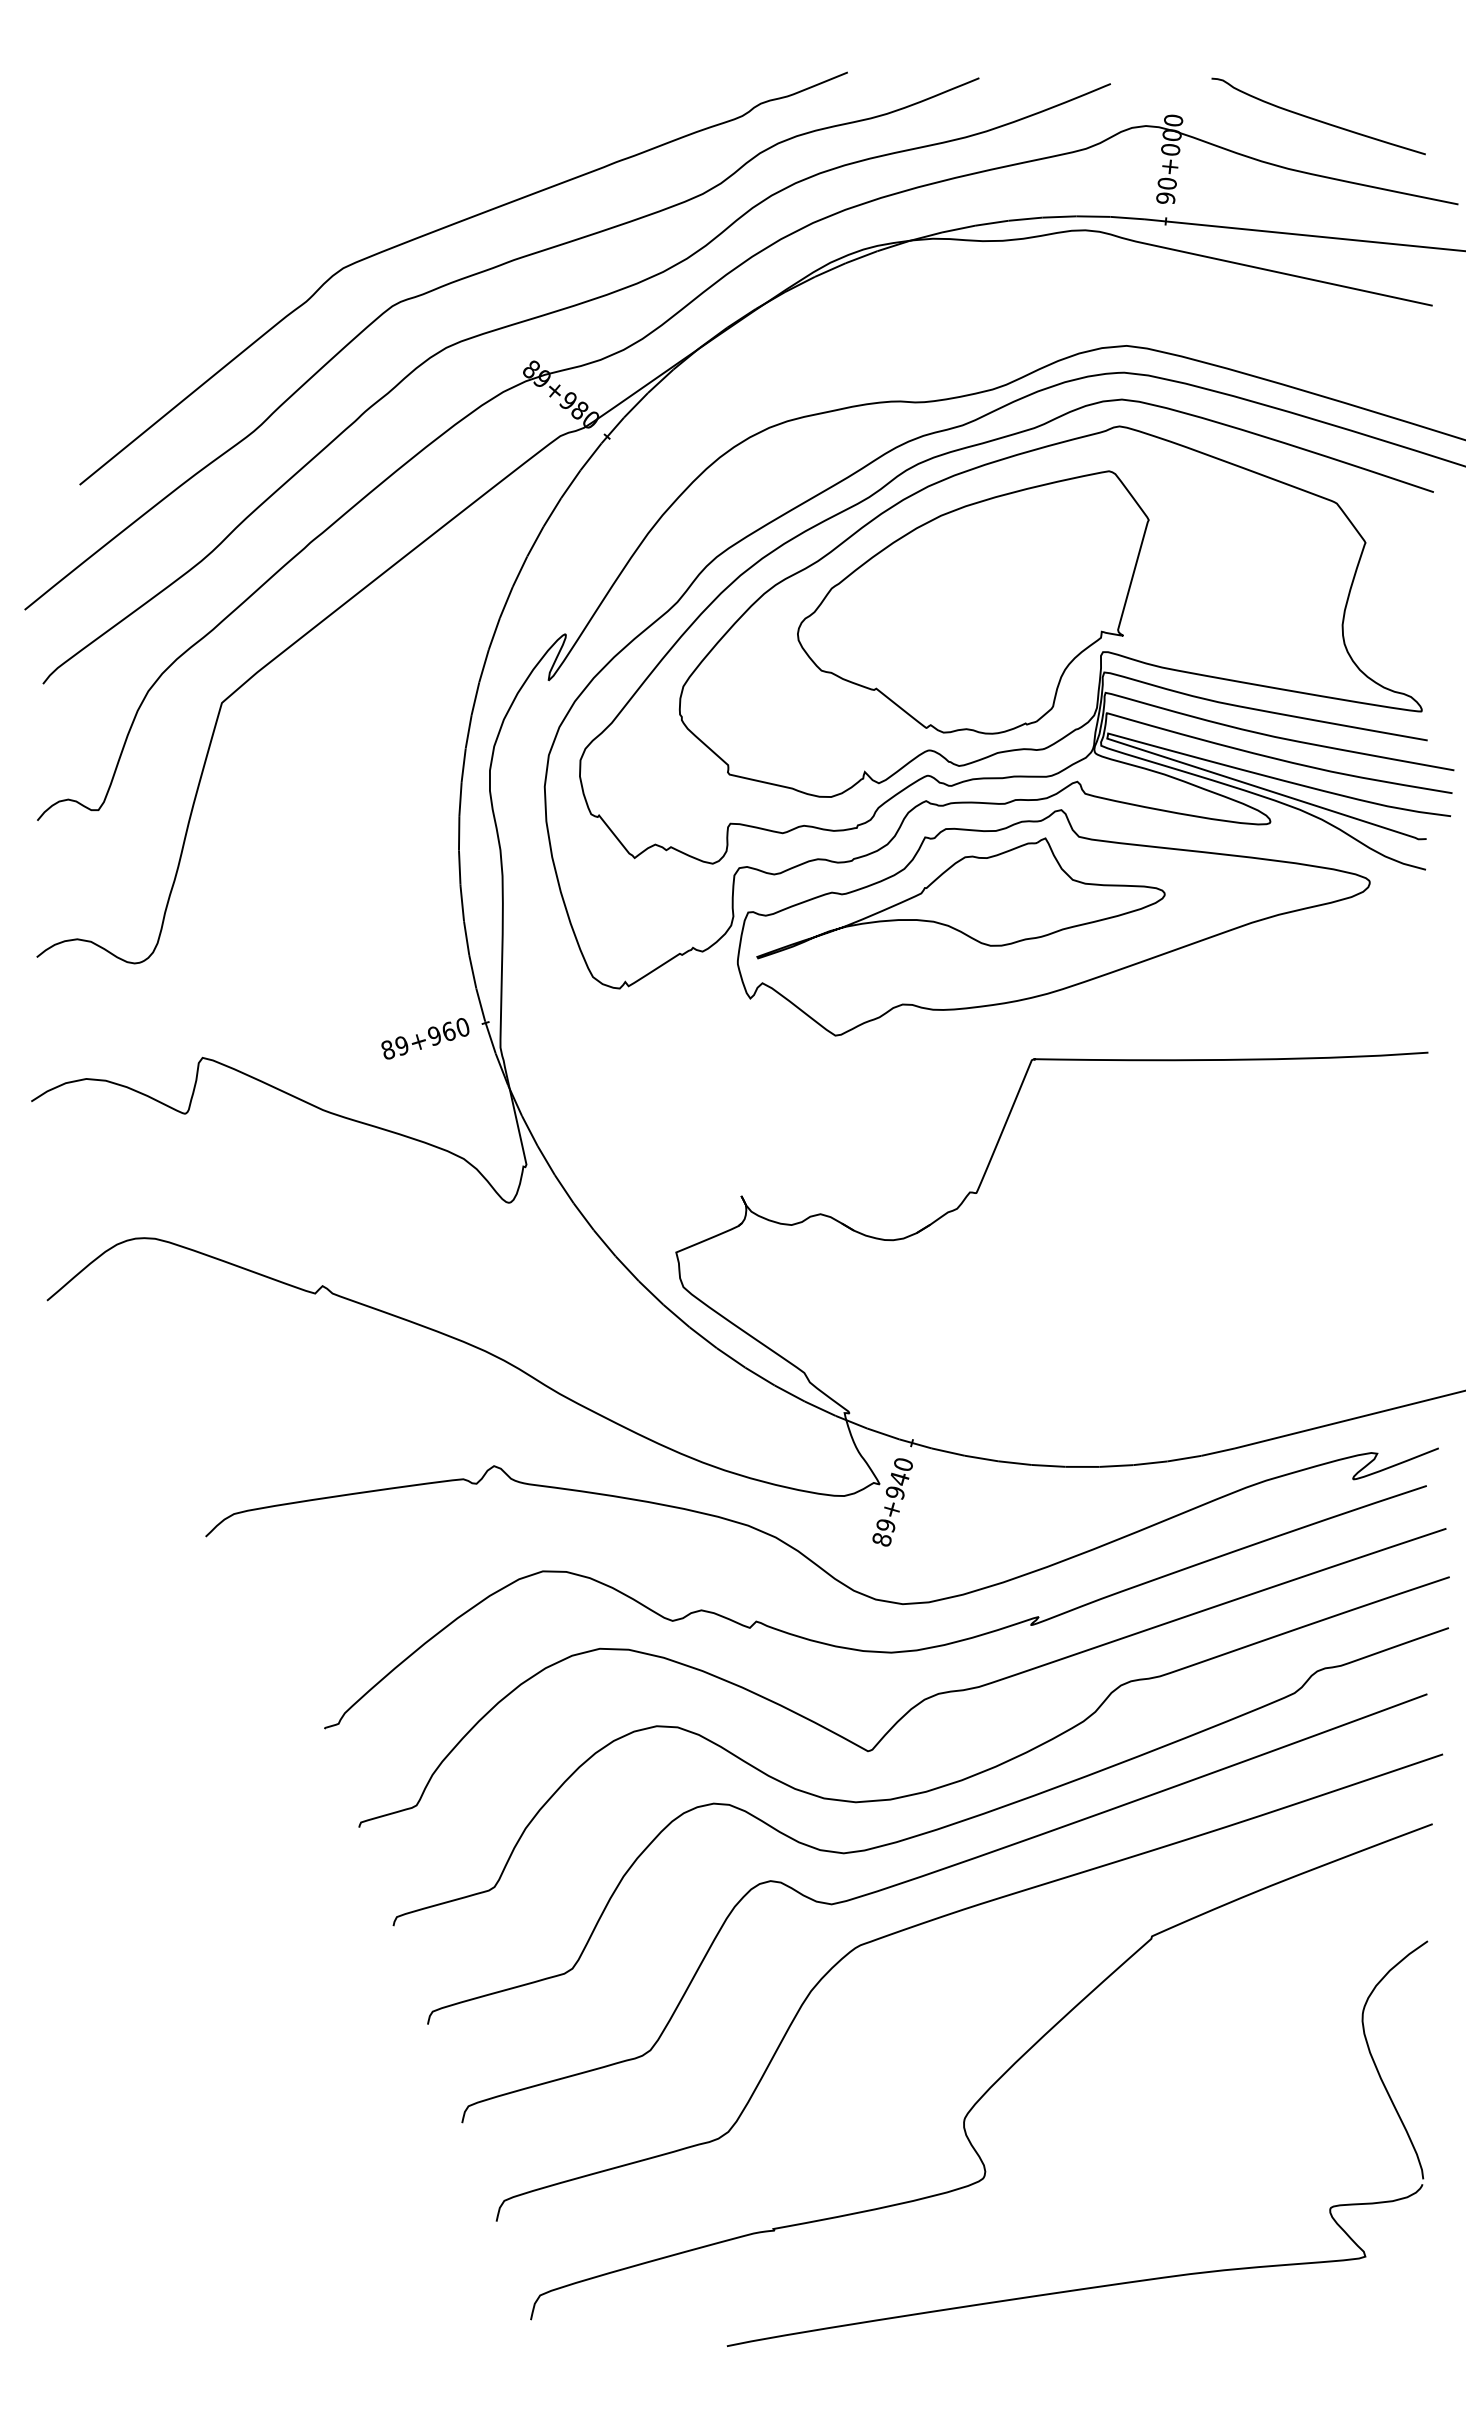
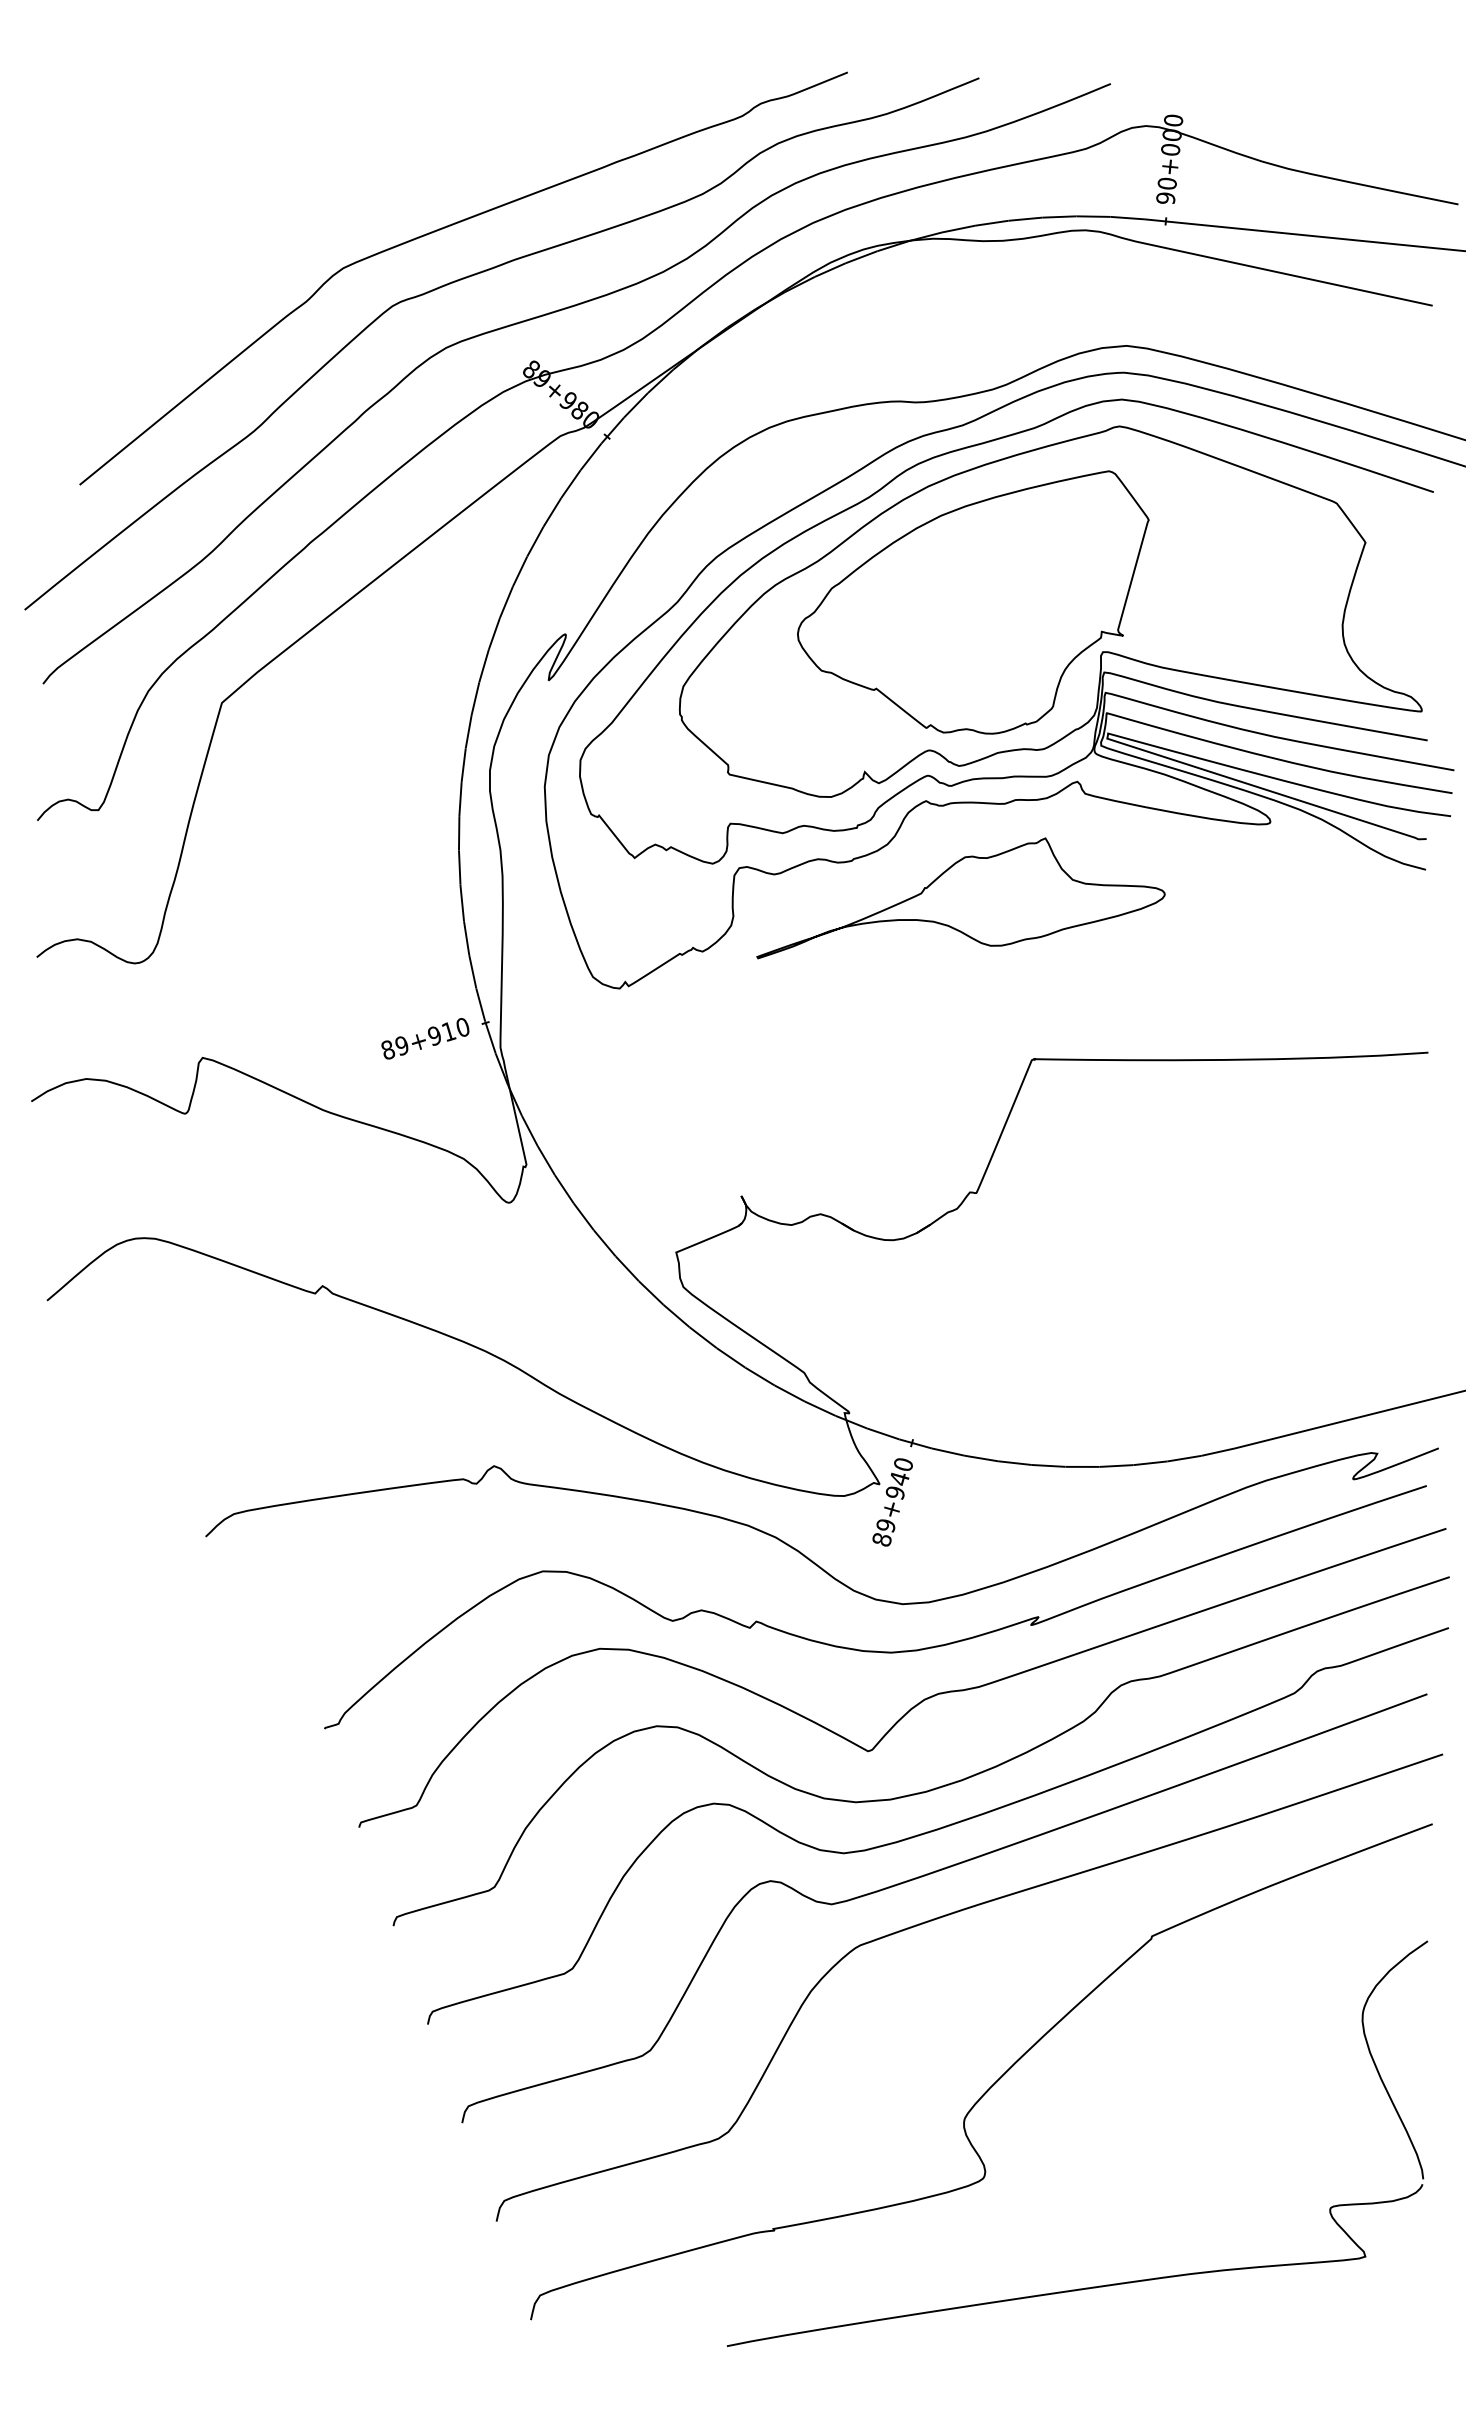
curve at (1318, 119): present -> none
part at (1053, 922): present -> none
text at (449, 1031): 89+960 -> 89+910
